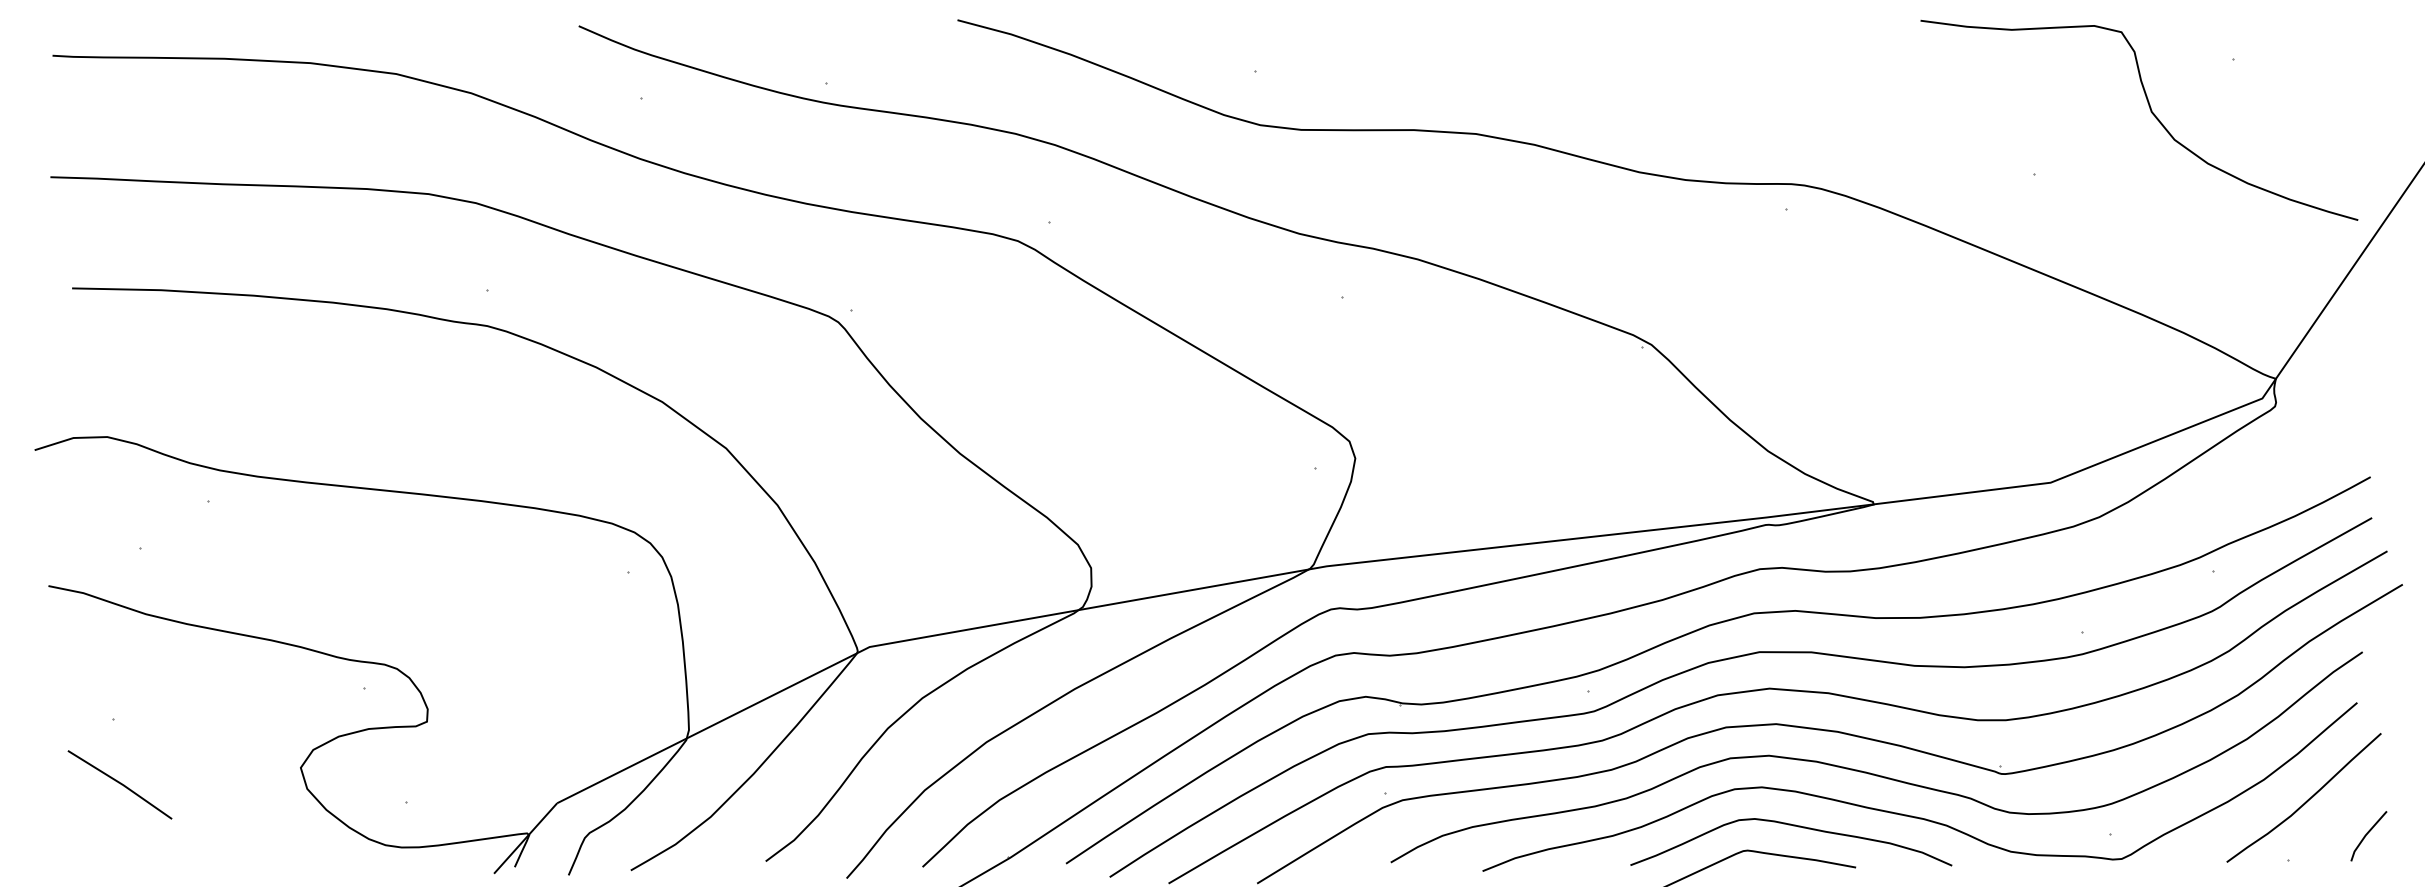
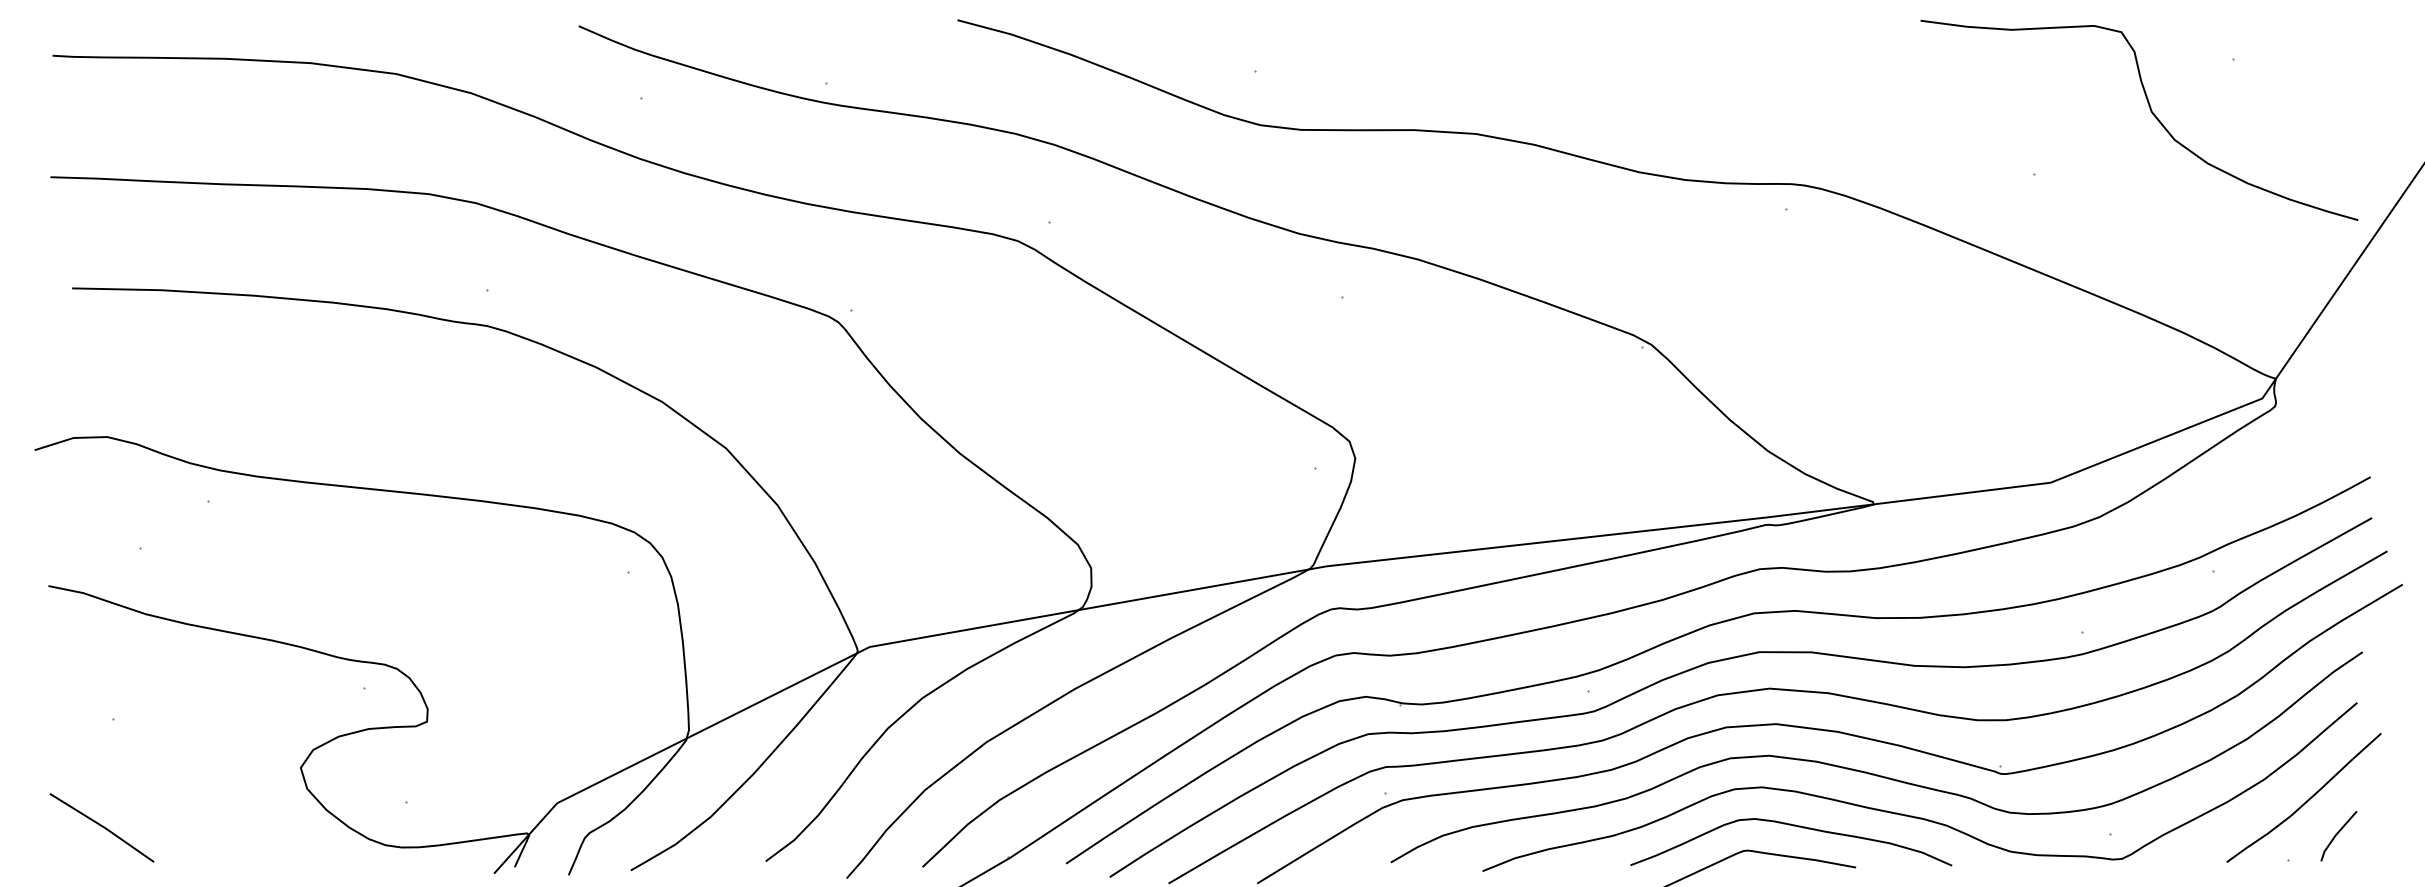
line at (119, 783) position: (119, 783) -> (101, 826)
line at (2366, 836) position: (2366, 836) -> (2336, 836)
